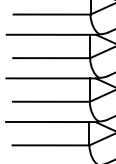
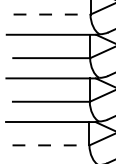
line at (52, 14): solid -> dashed
line at (51, 145): solid -> dashed
